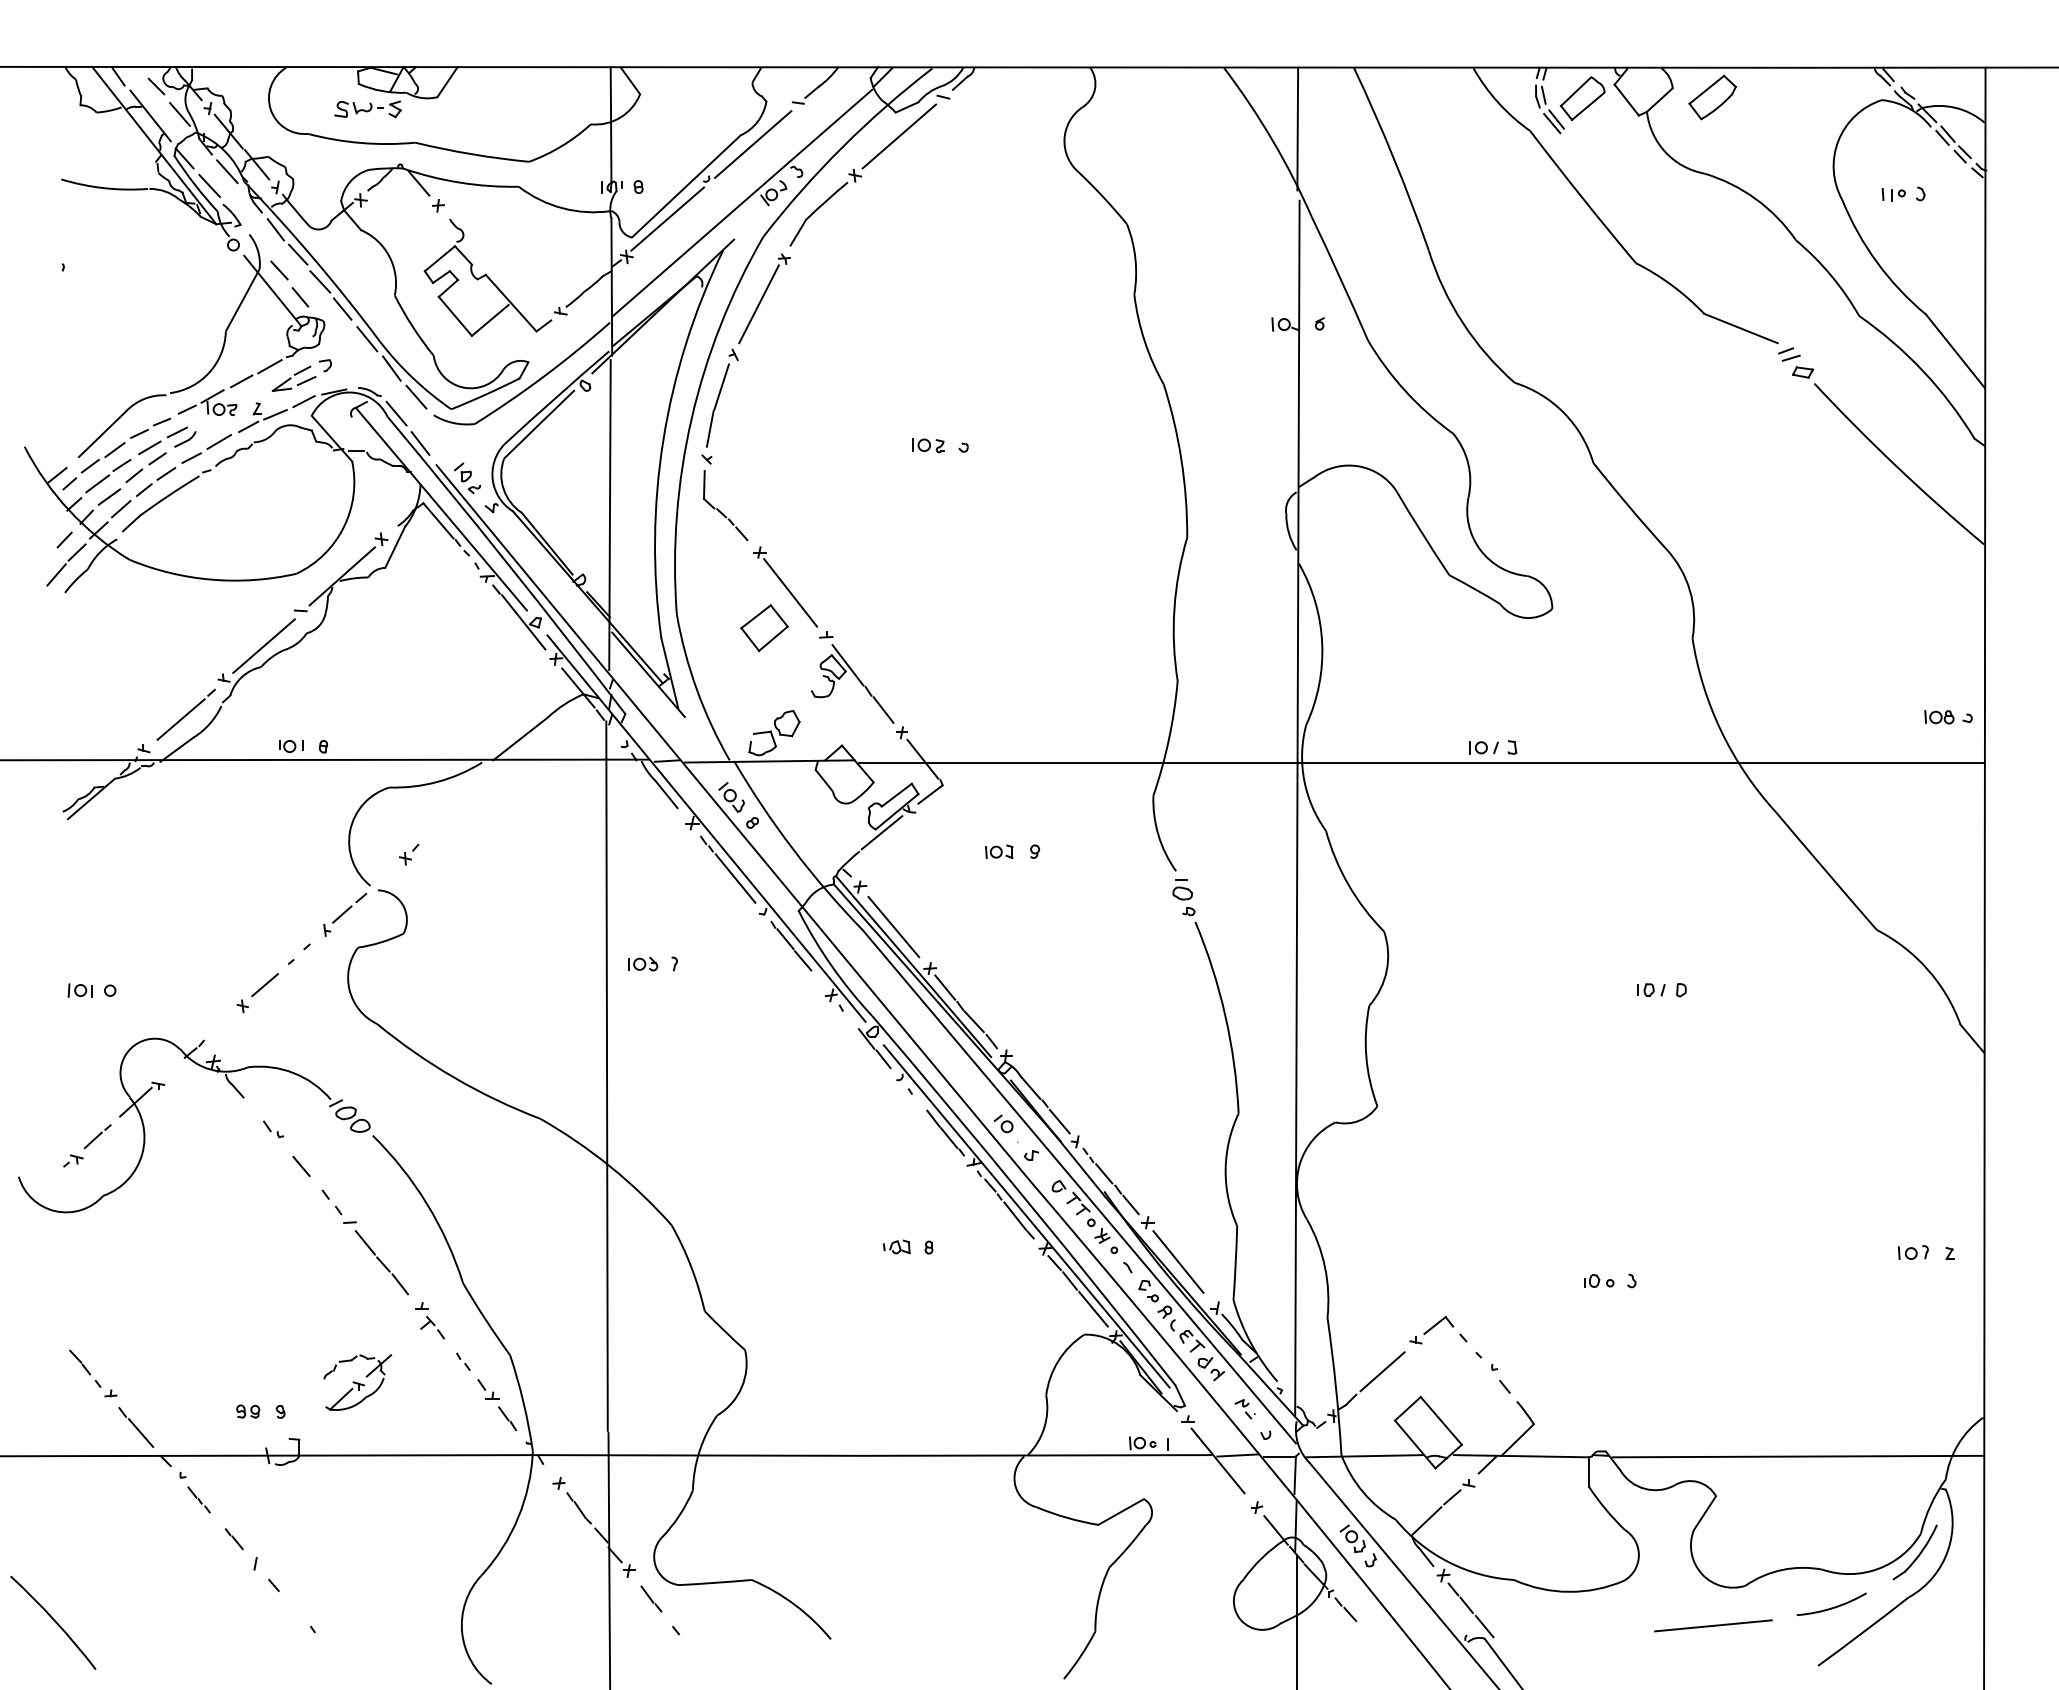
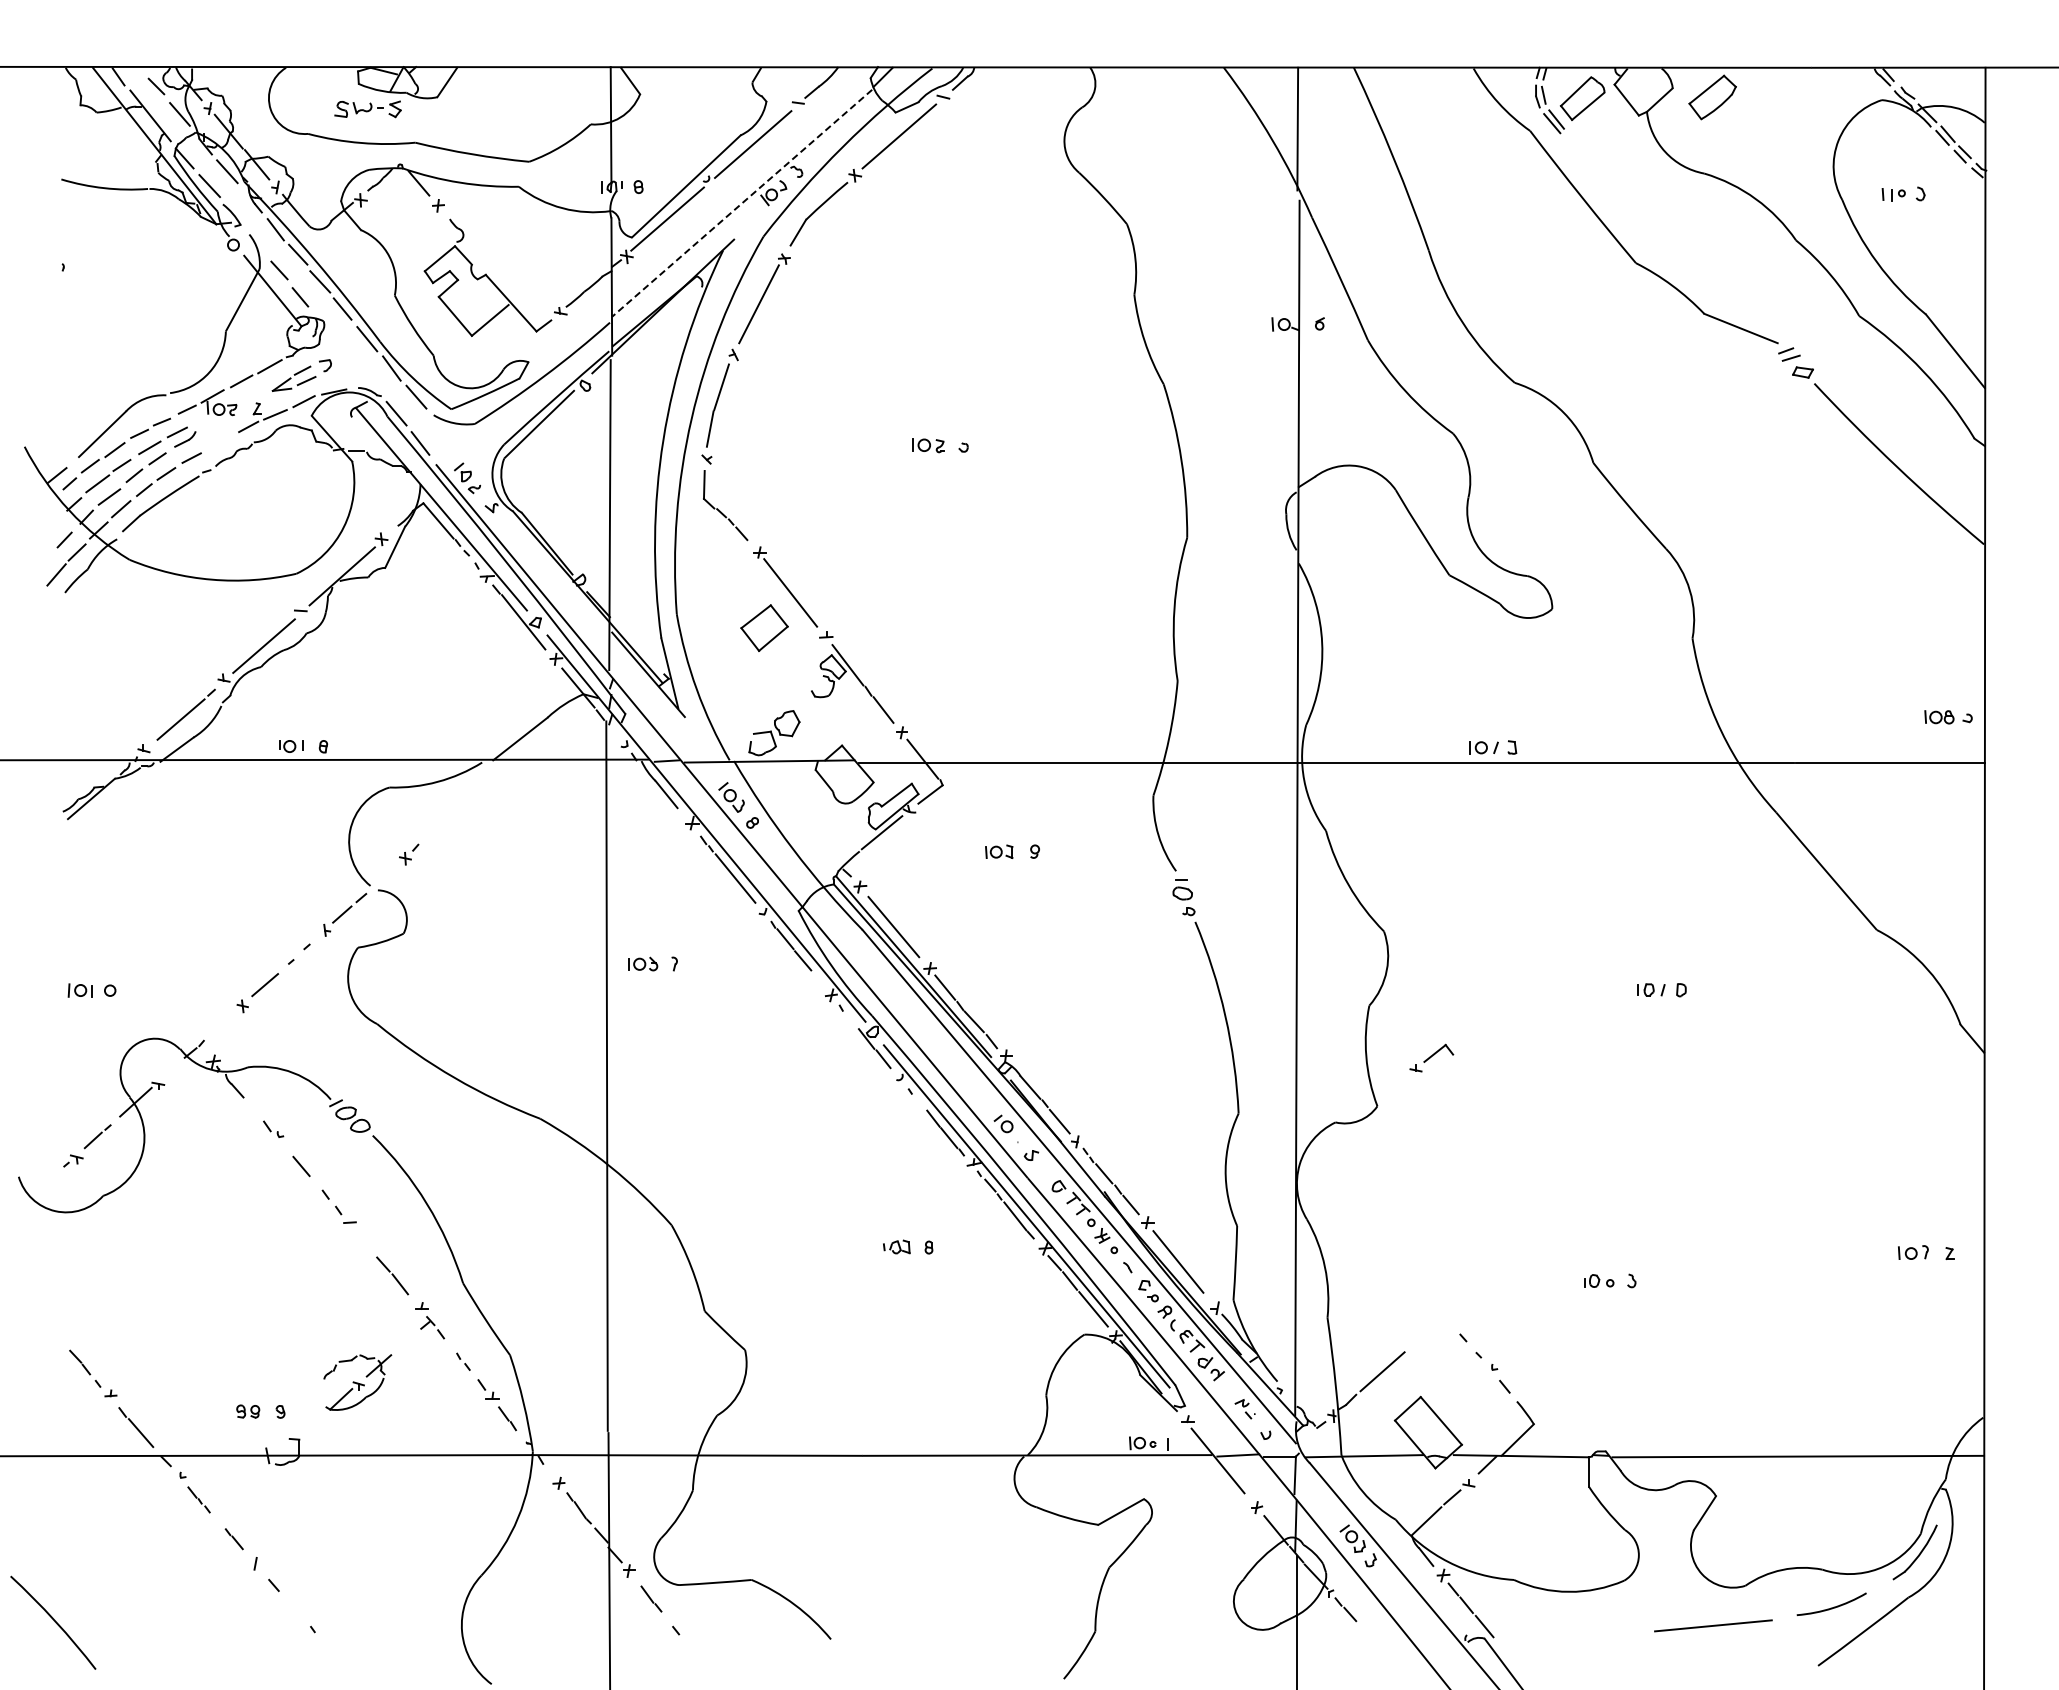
line at (742, 203): solid -> dashed
line at (219, 441): present -> none
line at (364, 1242): present -> none
part at (1431, 1329) position: (1431, 1329) -> (1431, 1057)
